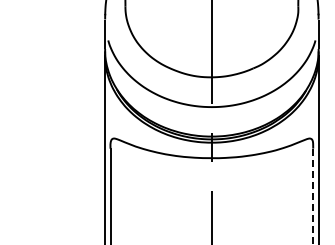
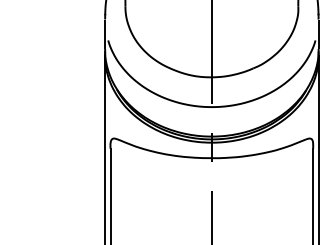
line at (312, 197): dashed -> solid
